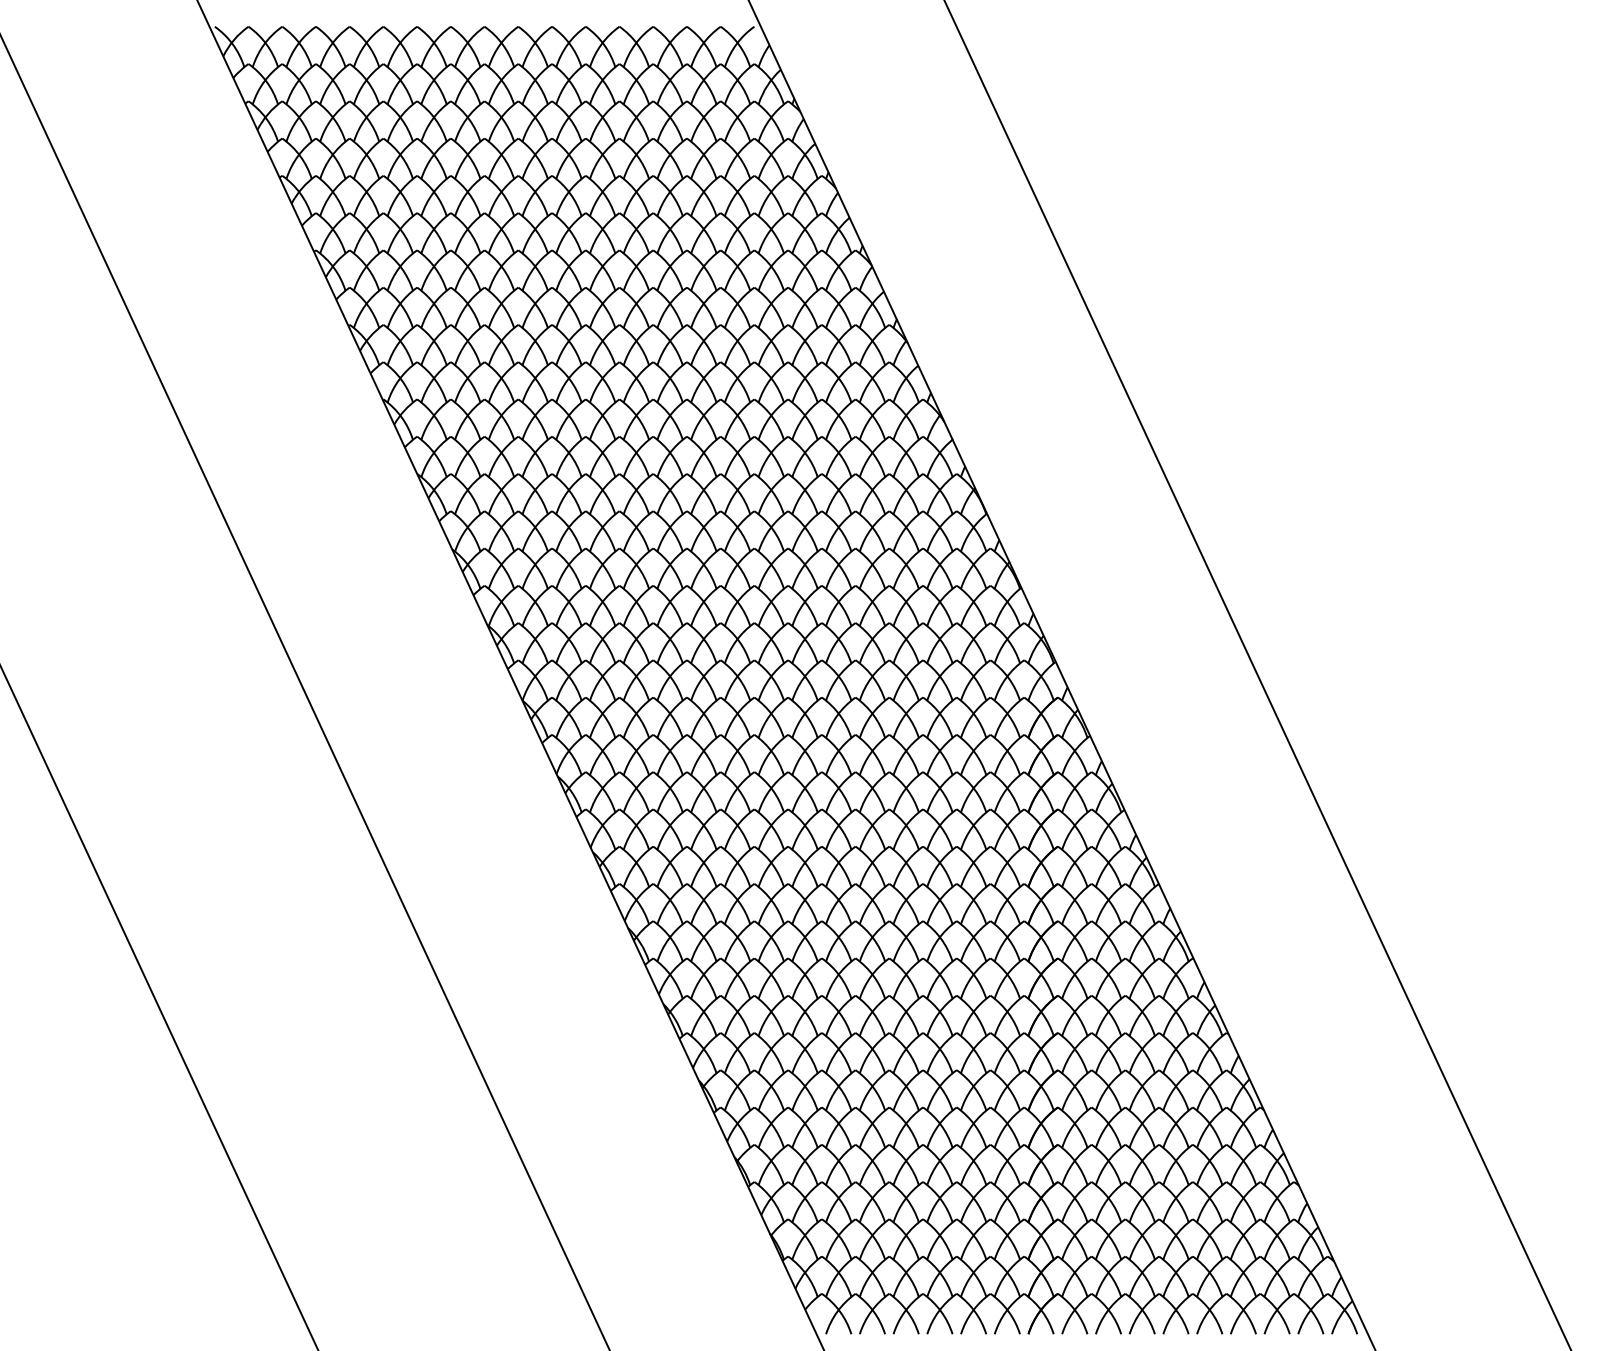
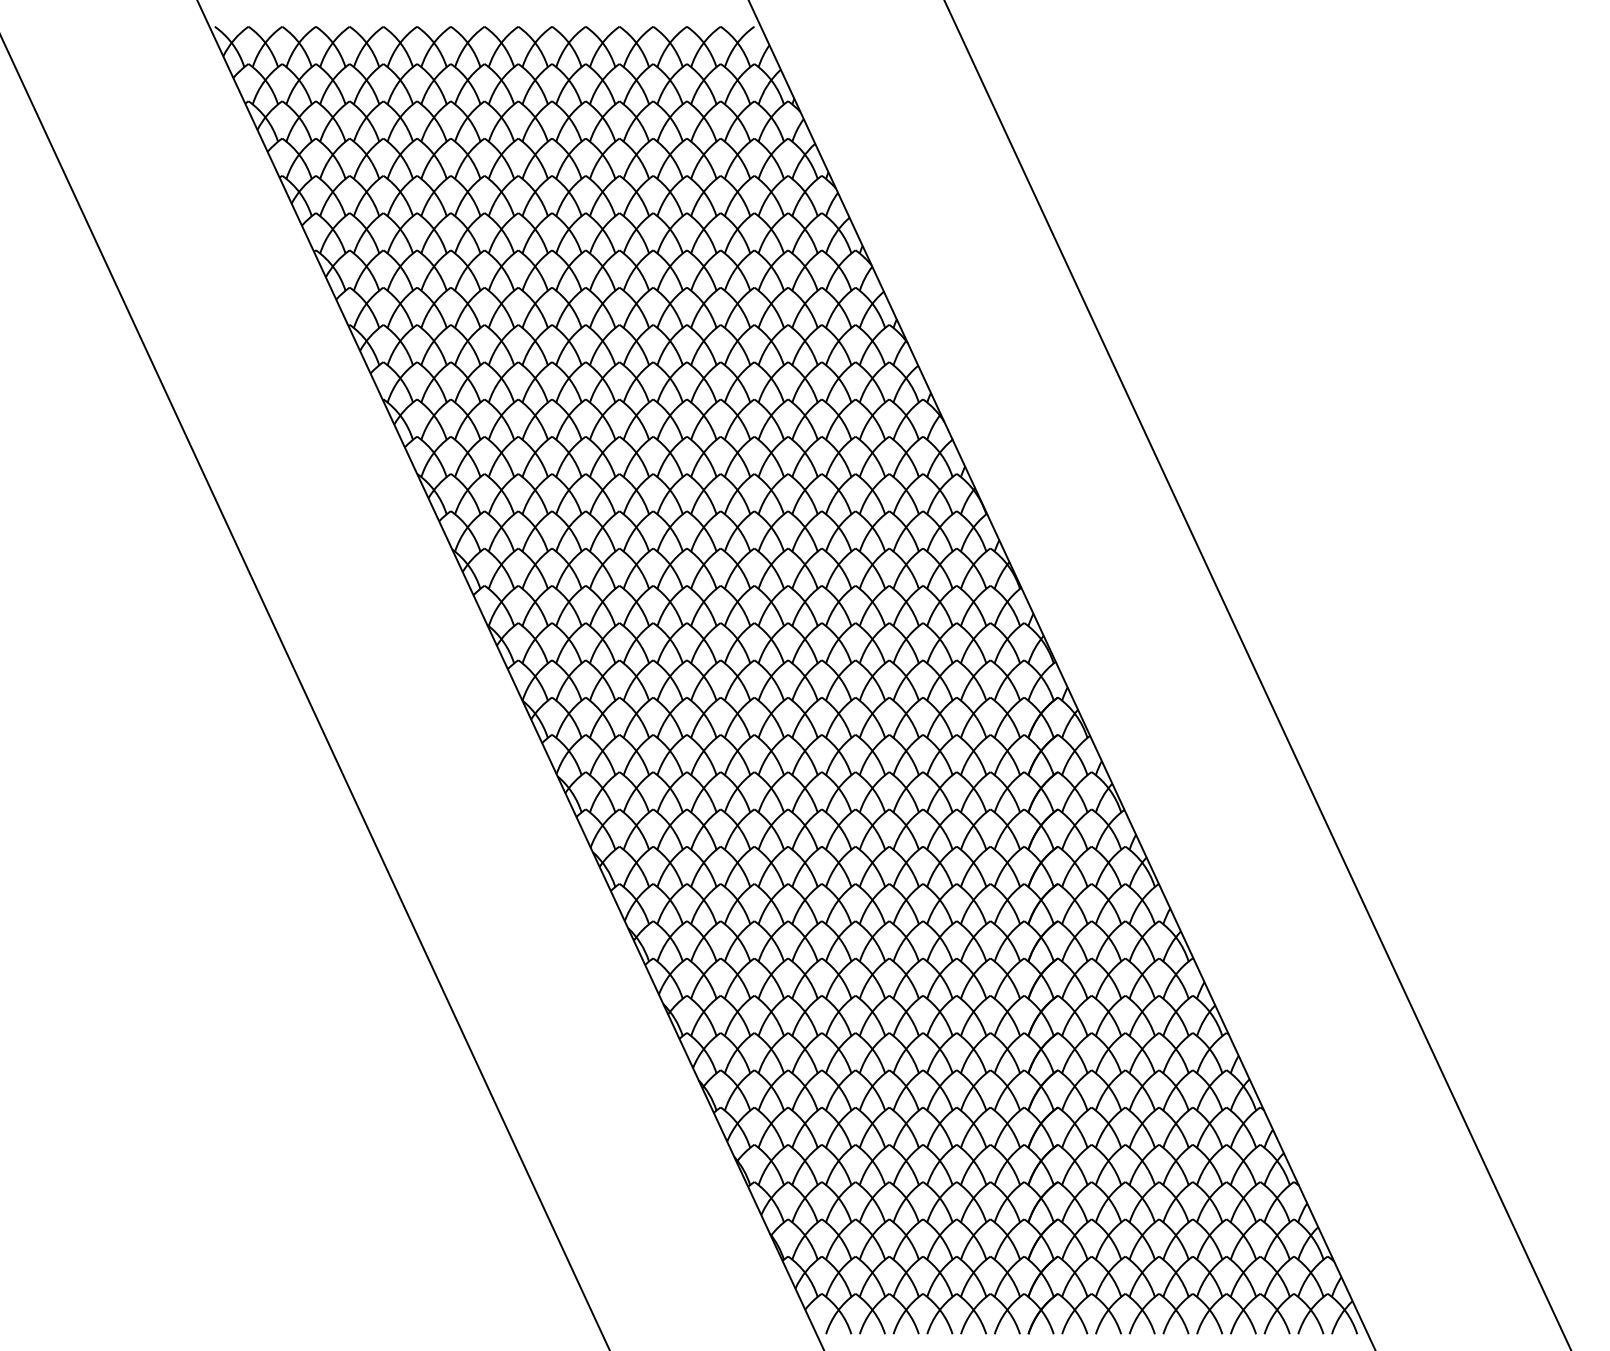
line at (159, 1008): present -> none
